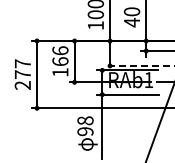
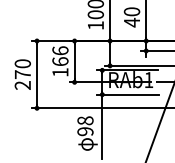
text at (22, 63): 277 -> 270
line at (140, 65): dashed -> solid
